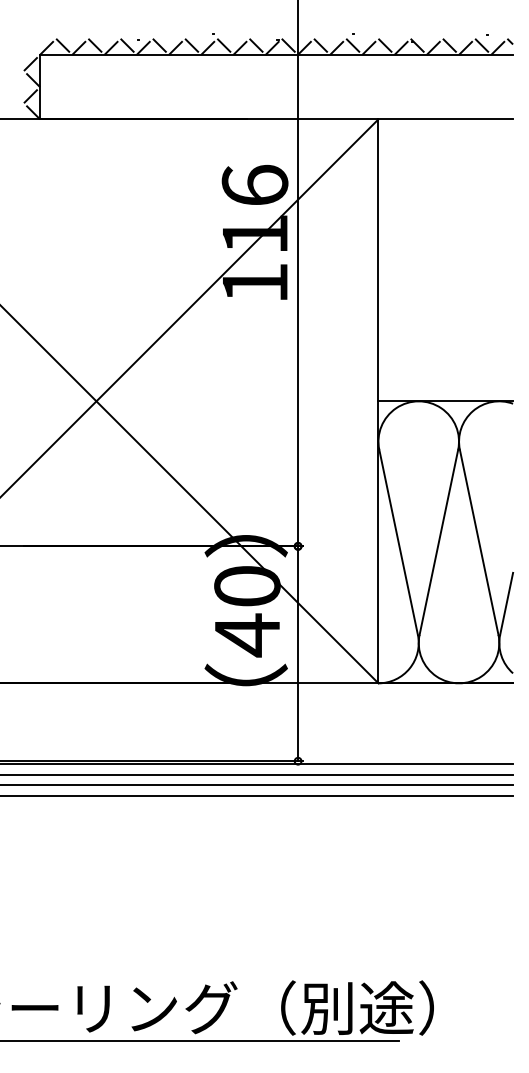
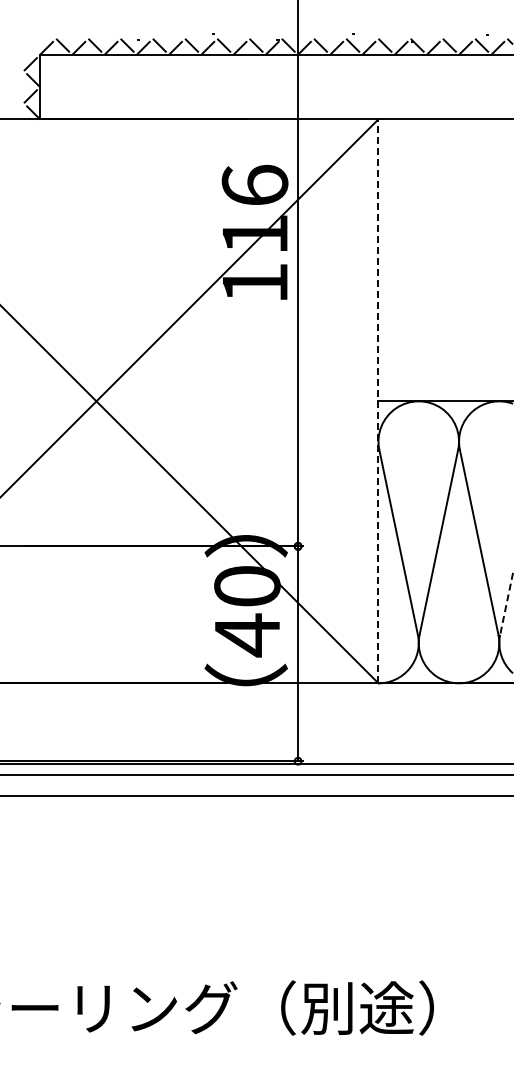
line at (378, 401): solid -> dashed
line at (506, 603): solid -> dashed
line at (257, 785): present -> none
line at (200, 1040): present -> none
